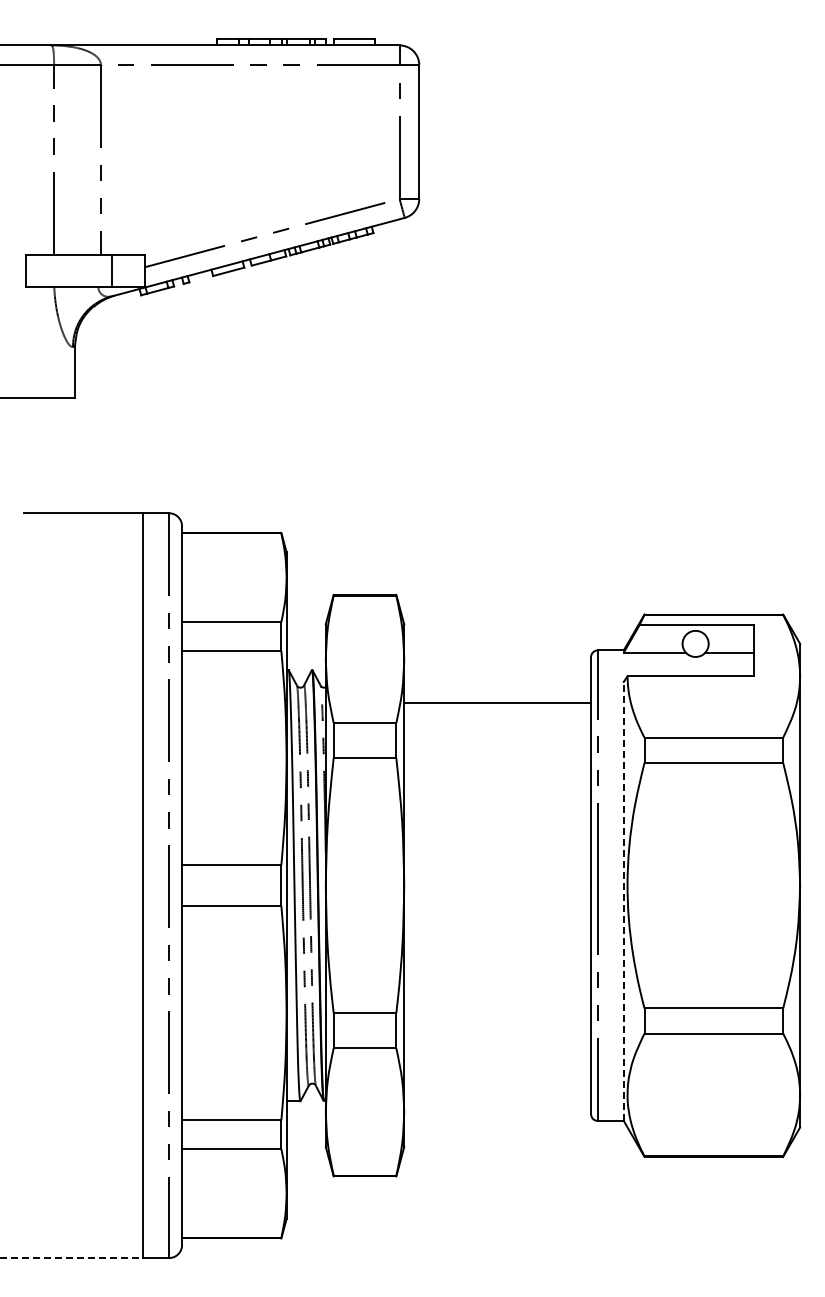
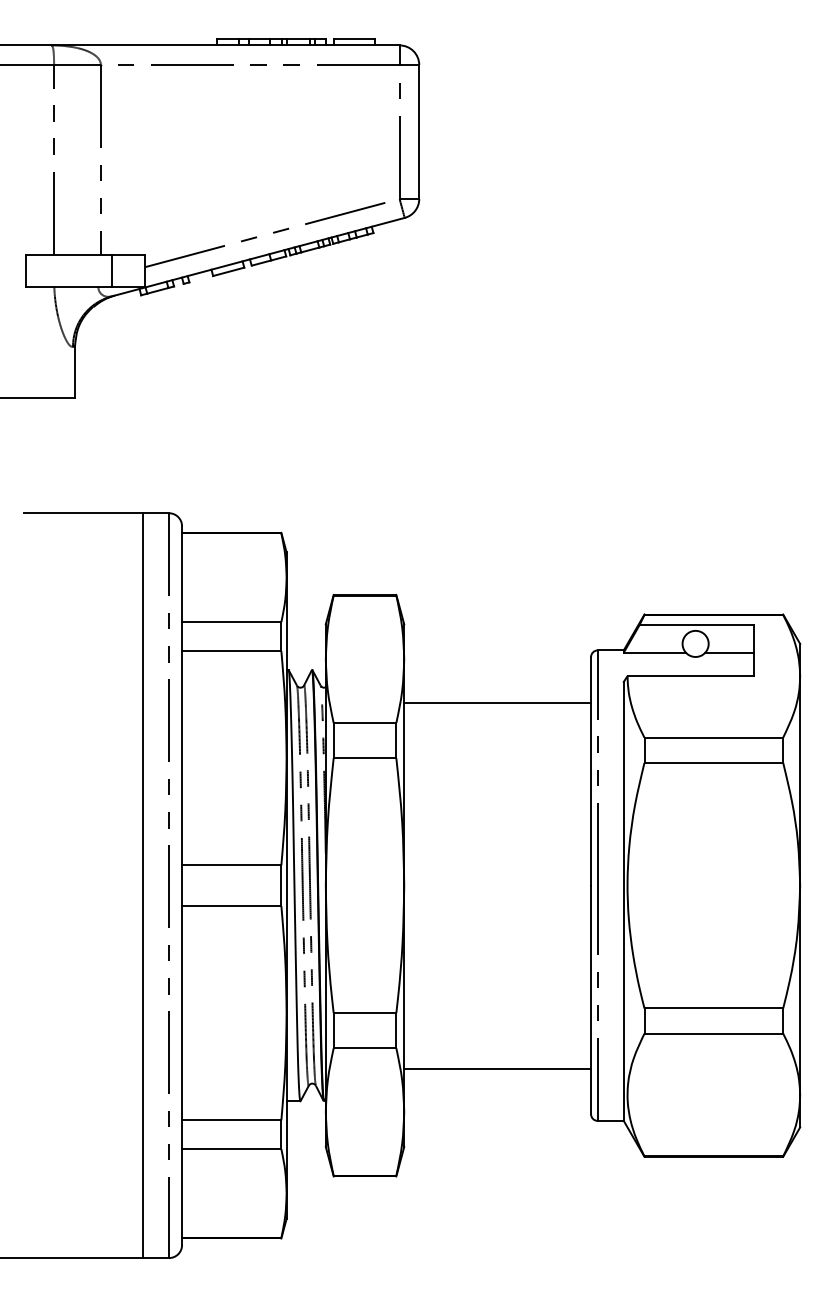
line at (623, 900): dashed -> solid
line at (497, 1068): none -> present
line at (71, 1258): dashed -> solid
